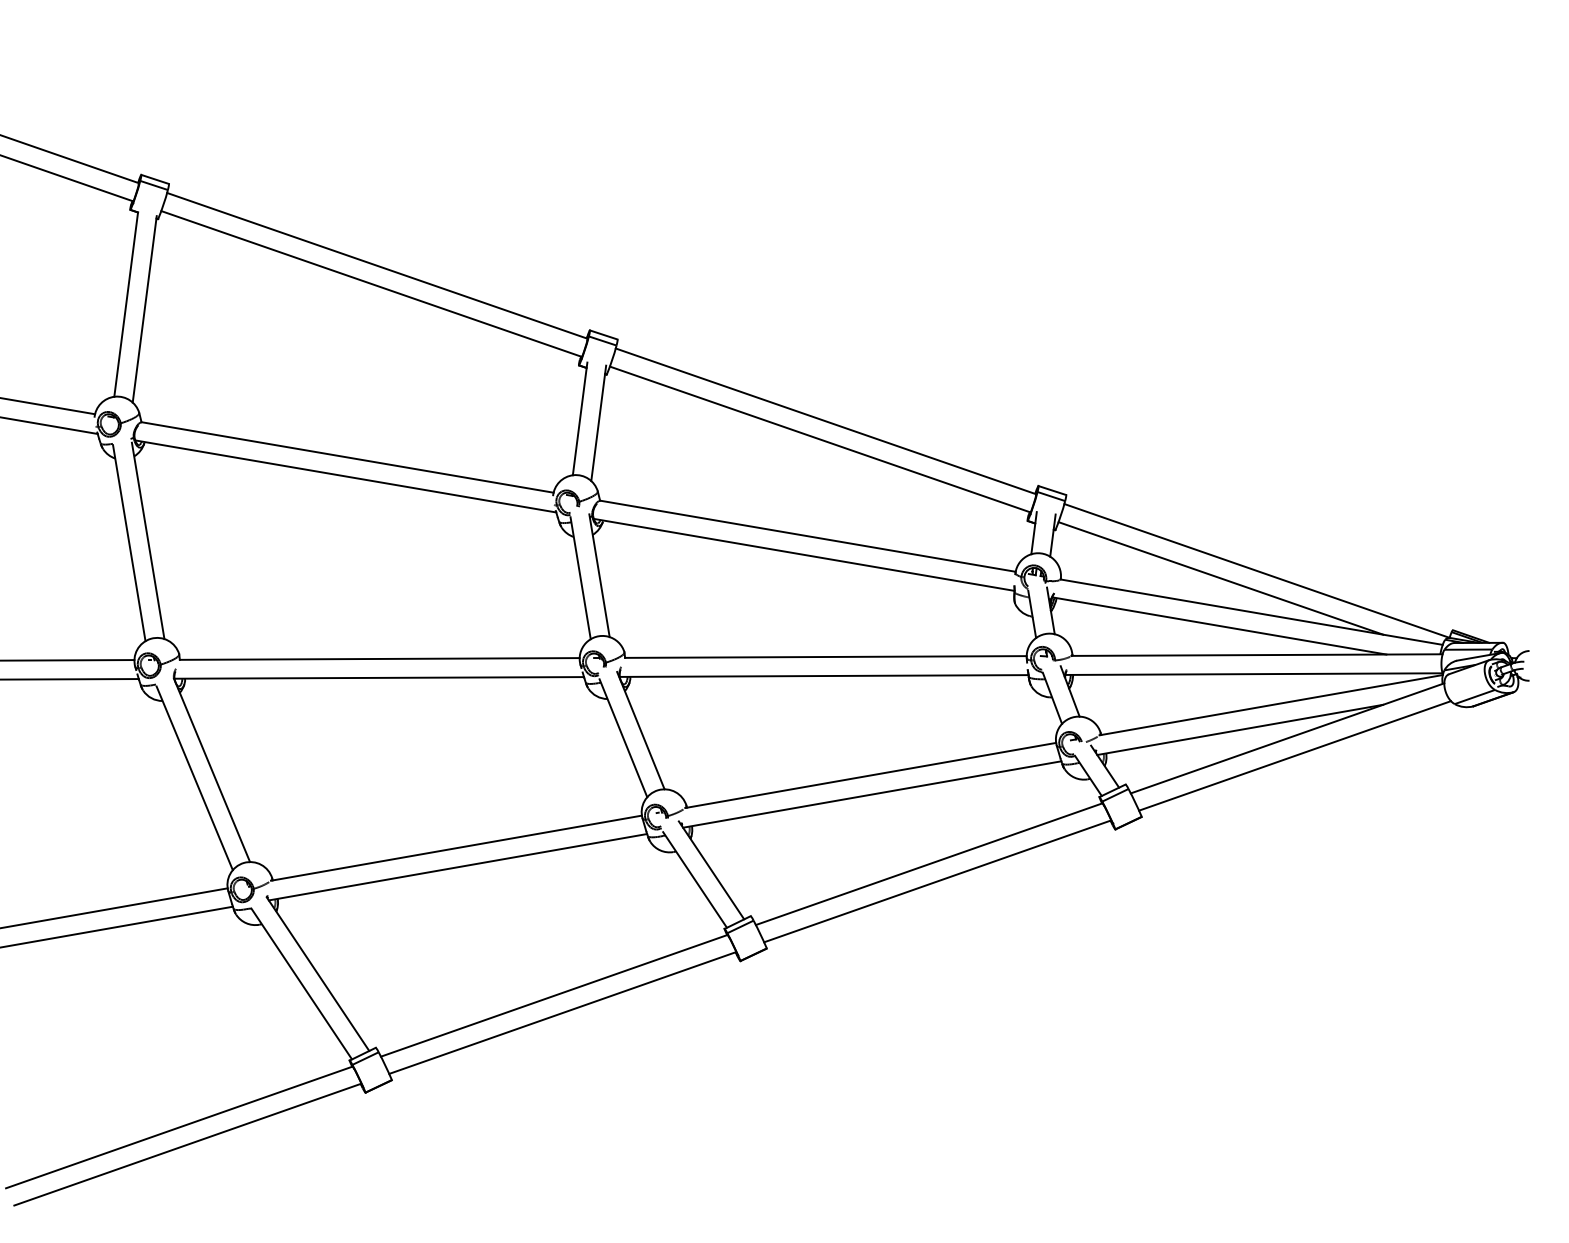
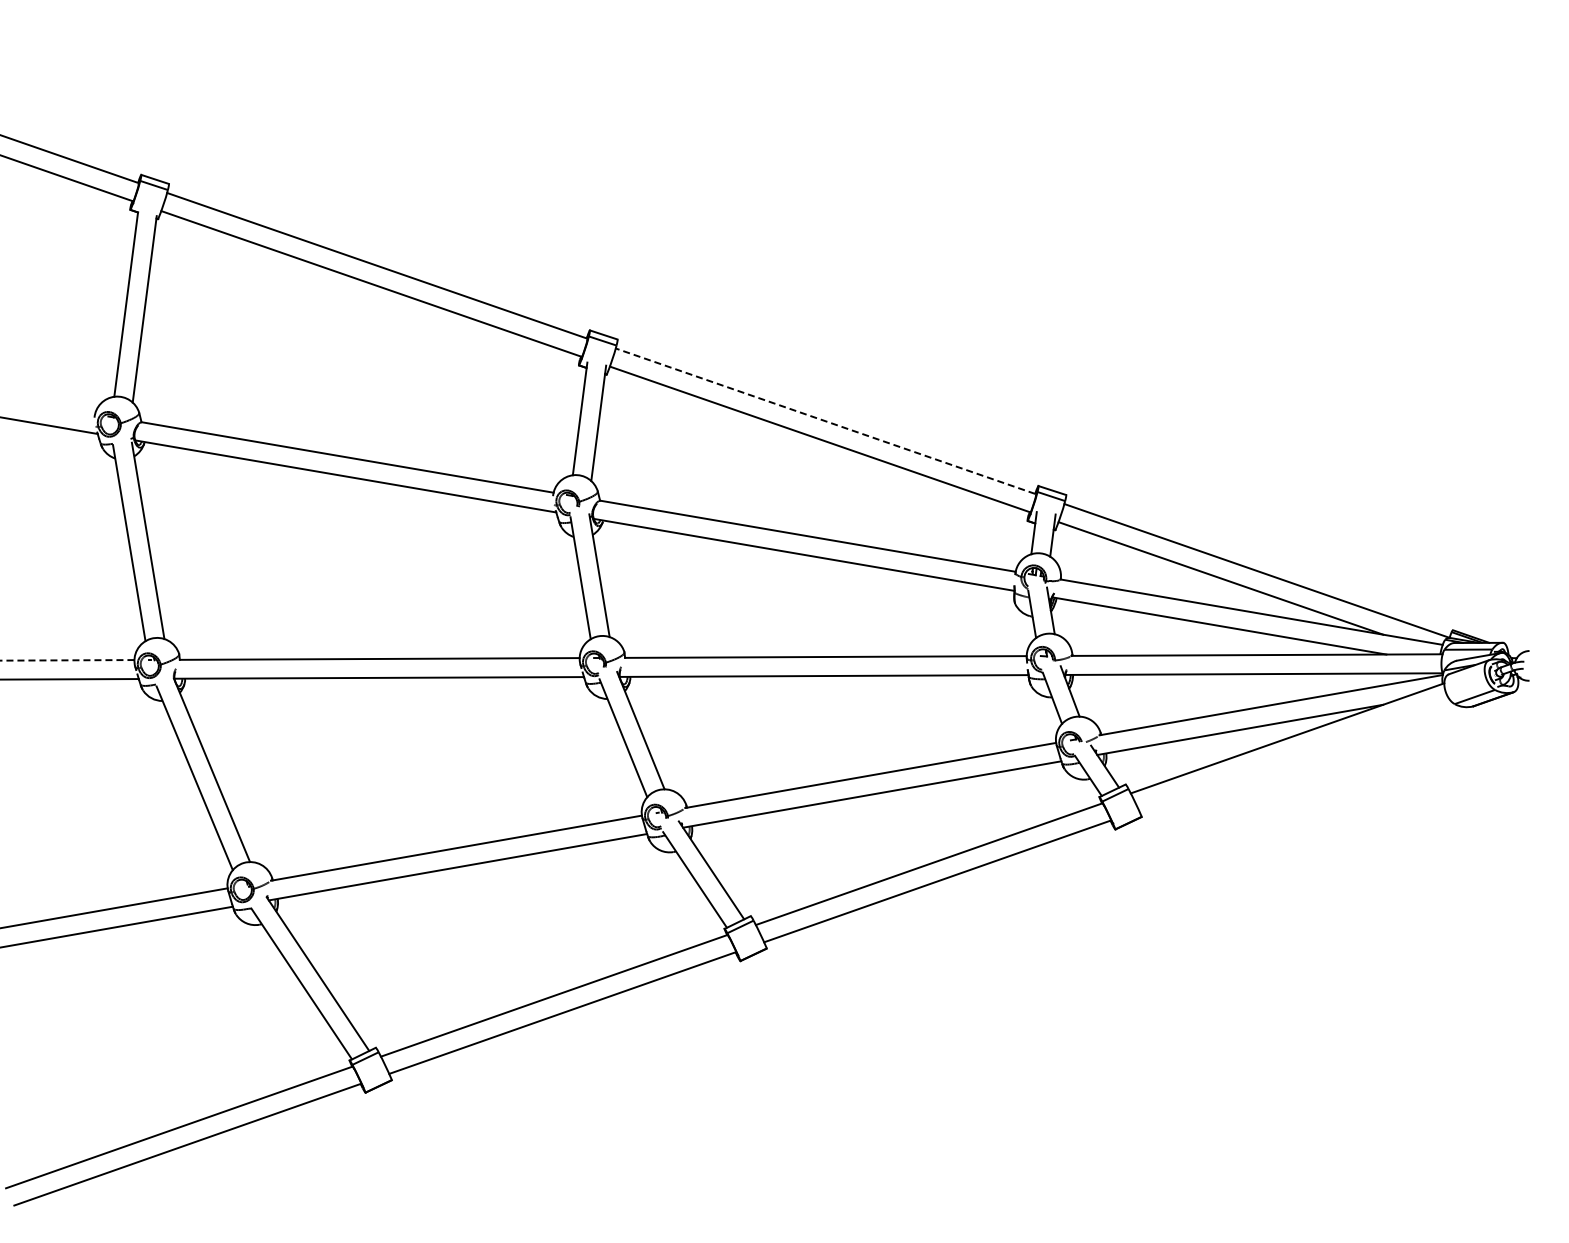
line at (48, 406): present -> none
line at (825, 421): solid -> dashed
line at (67, 660): solid -> dashed
line at (1294, 755): present -> none
